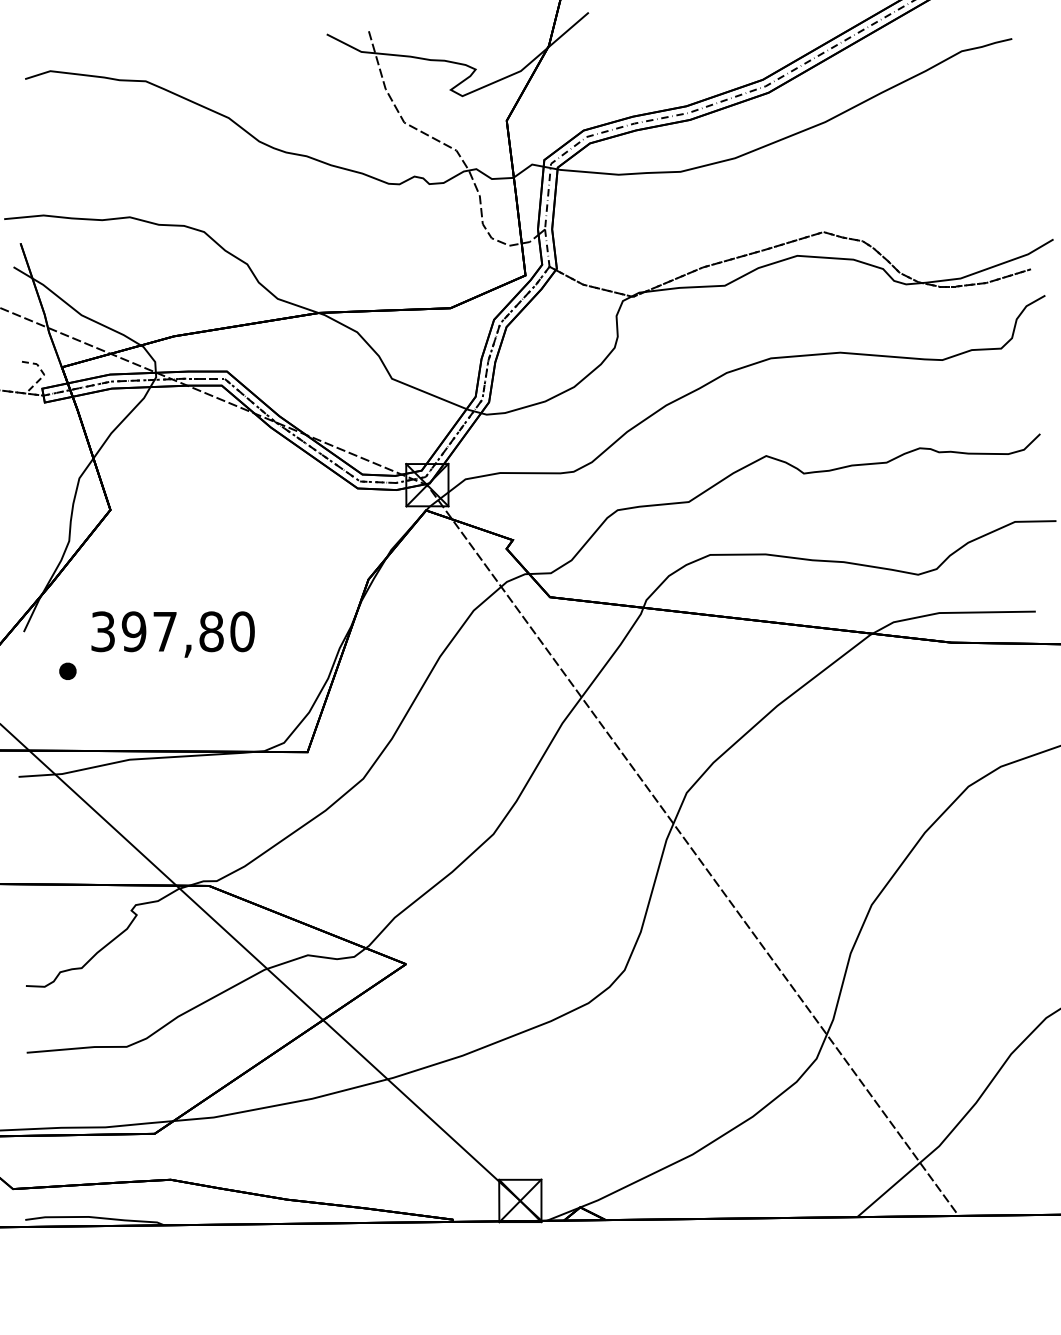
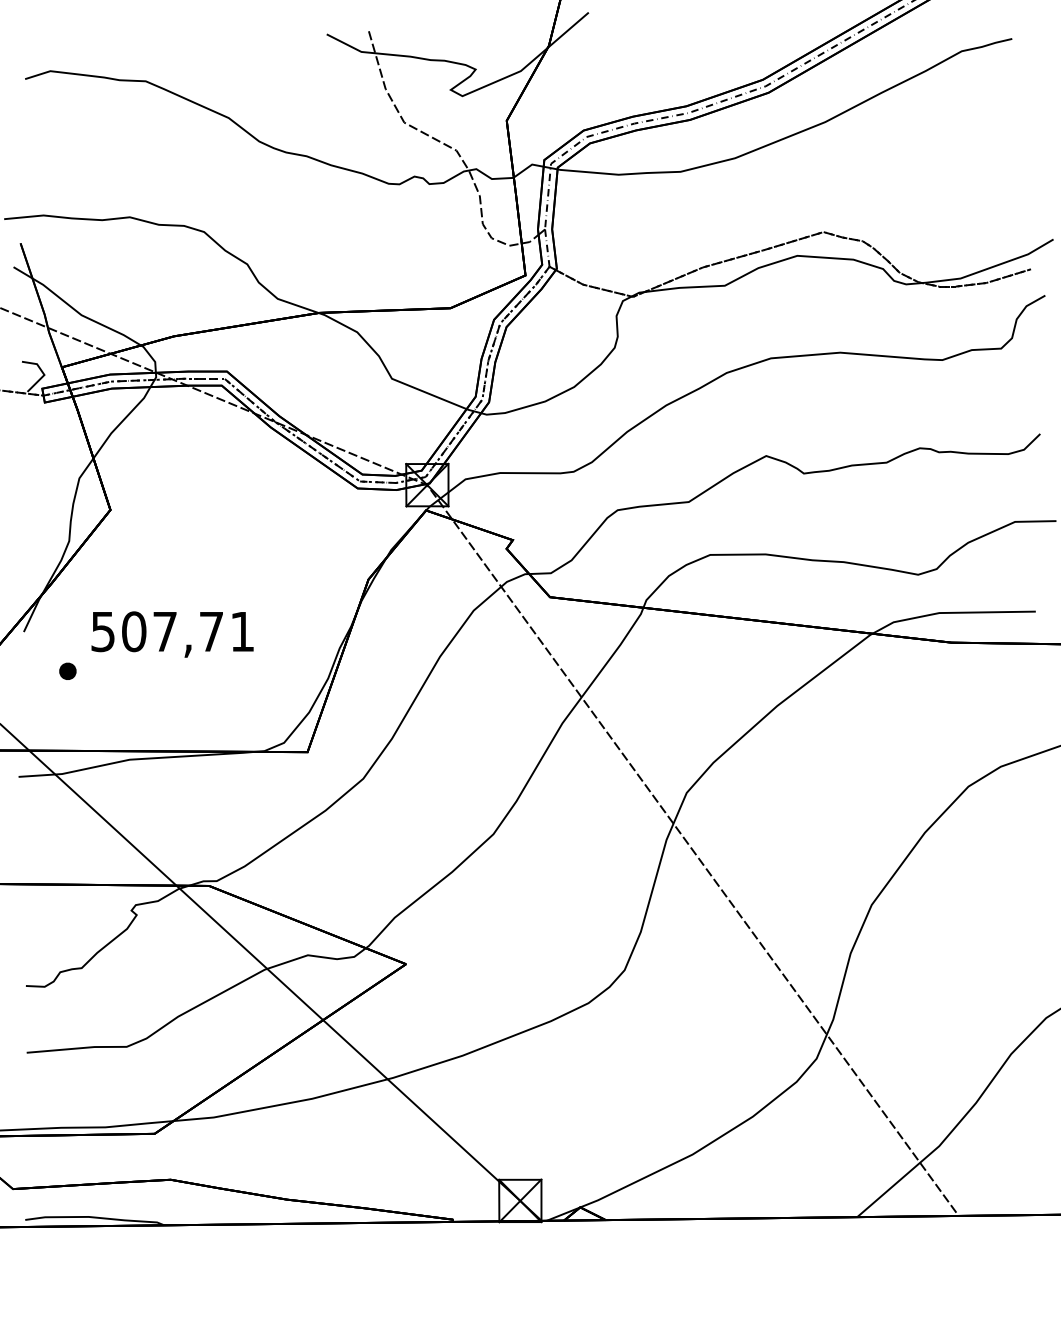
line at (42, 372): dashed -> solid
text at (173, 631): 397,80 -> 507,71
